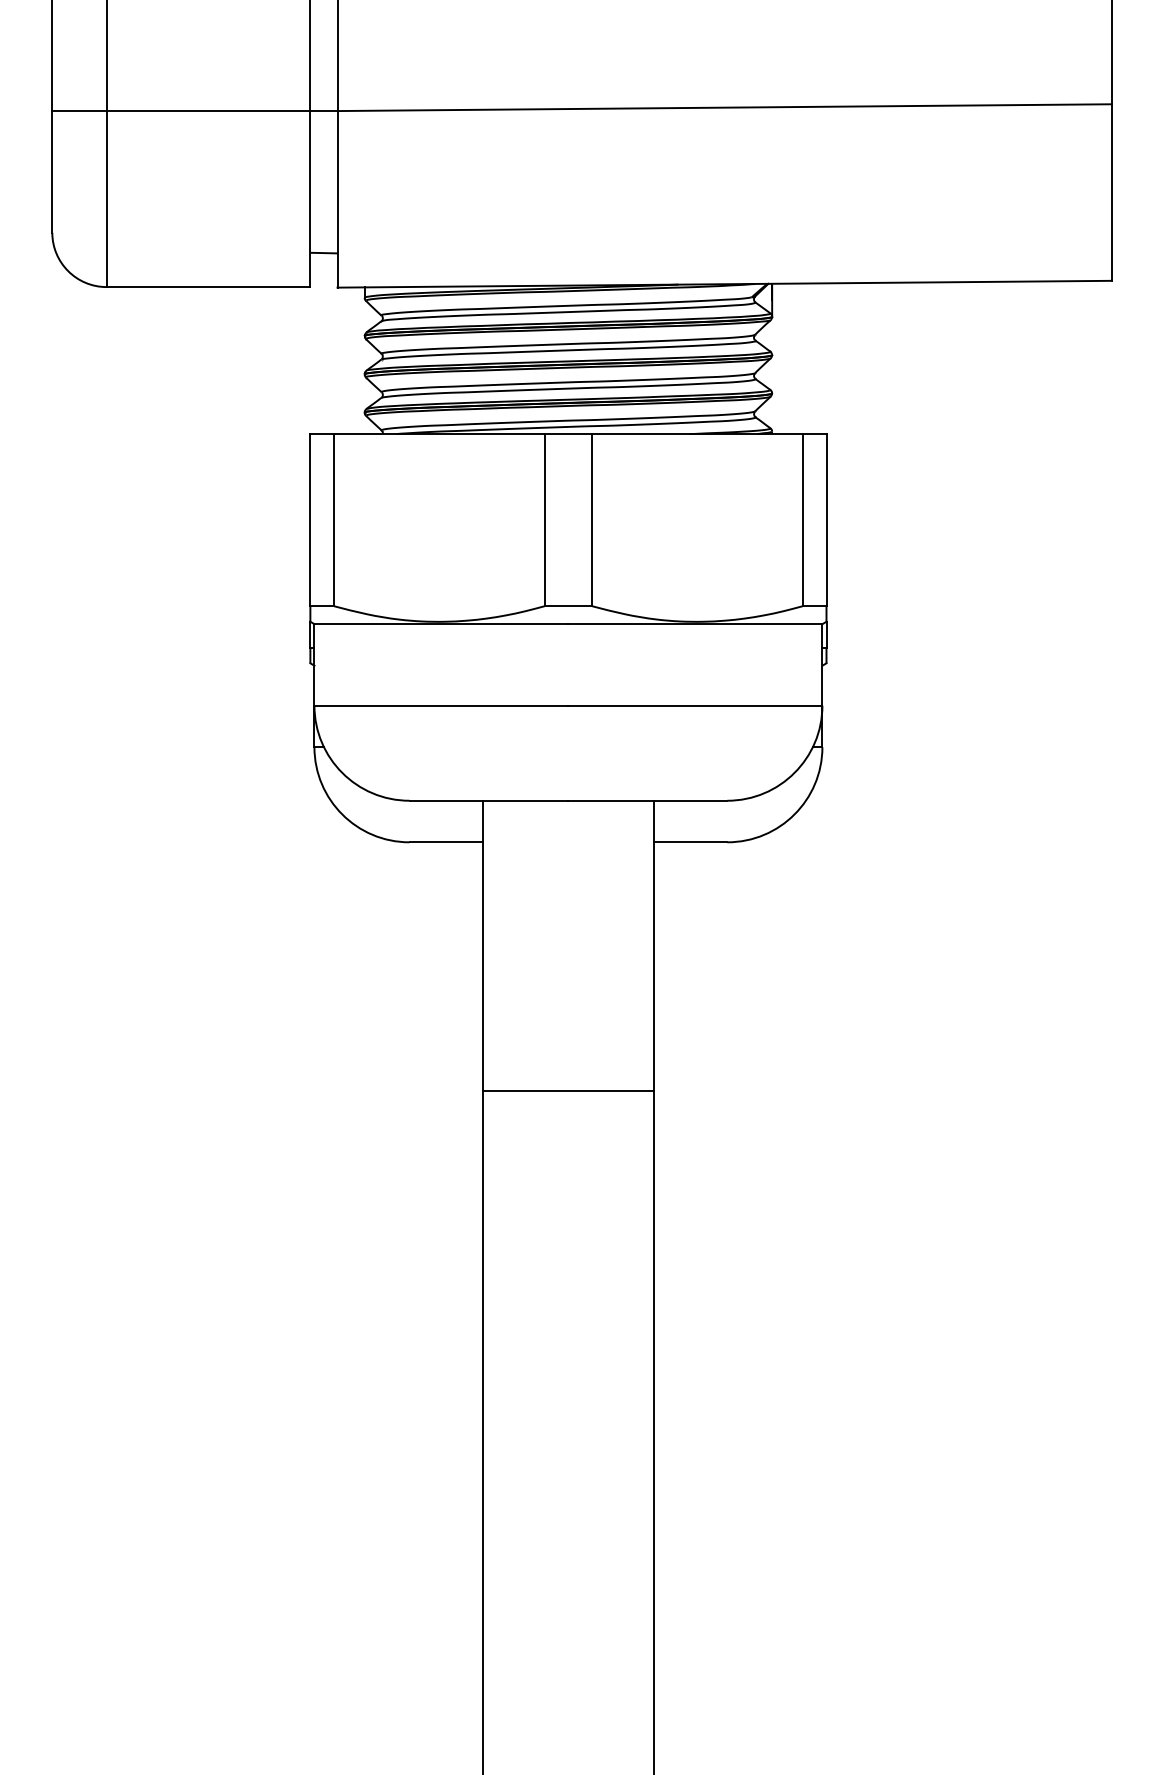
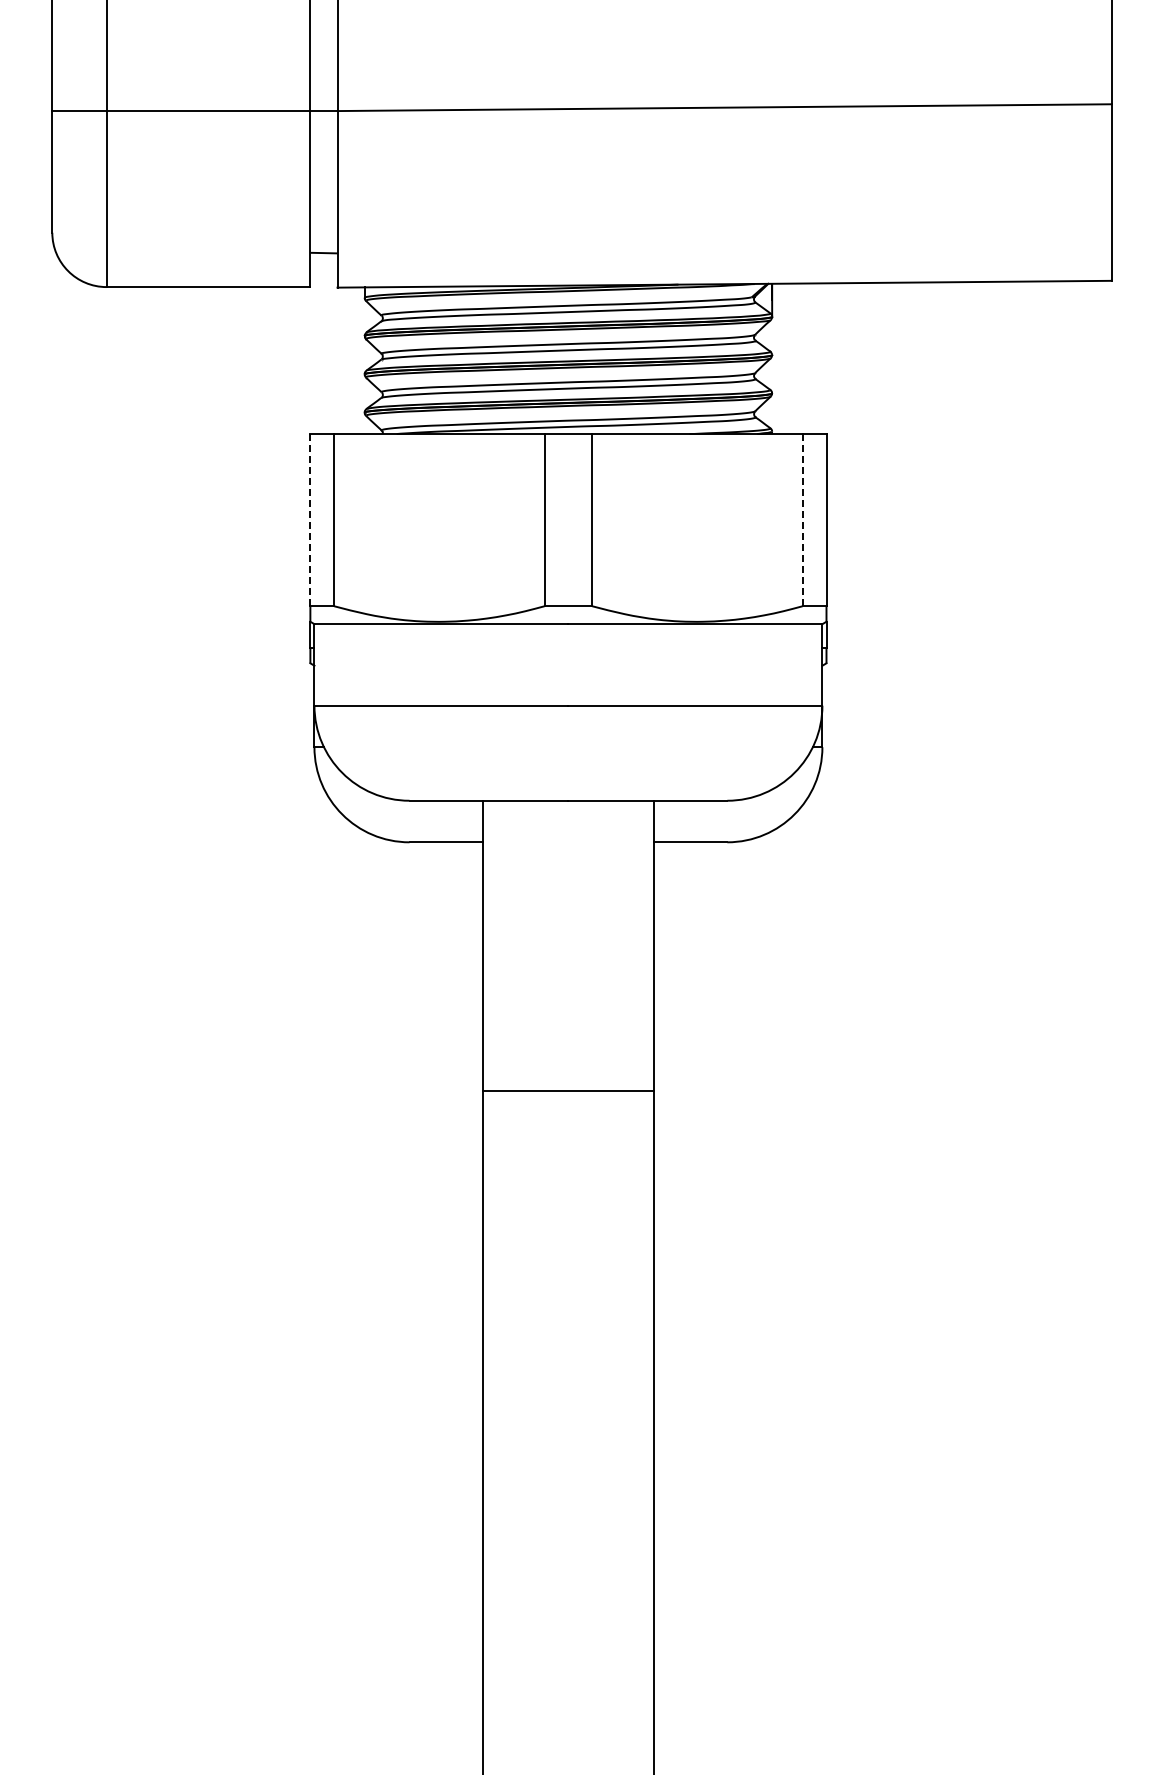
line at (310, 519): solid -> dashed
line at (802, 519): solid -> dashed
